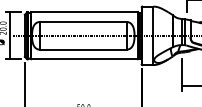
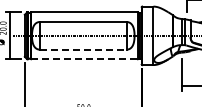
line at (83, 49): solid -> dashed
line at (85, 59): solid -> dashed
